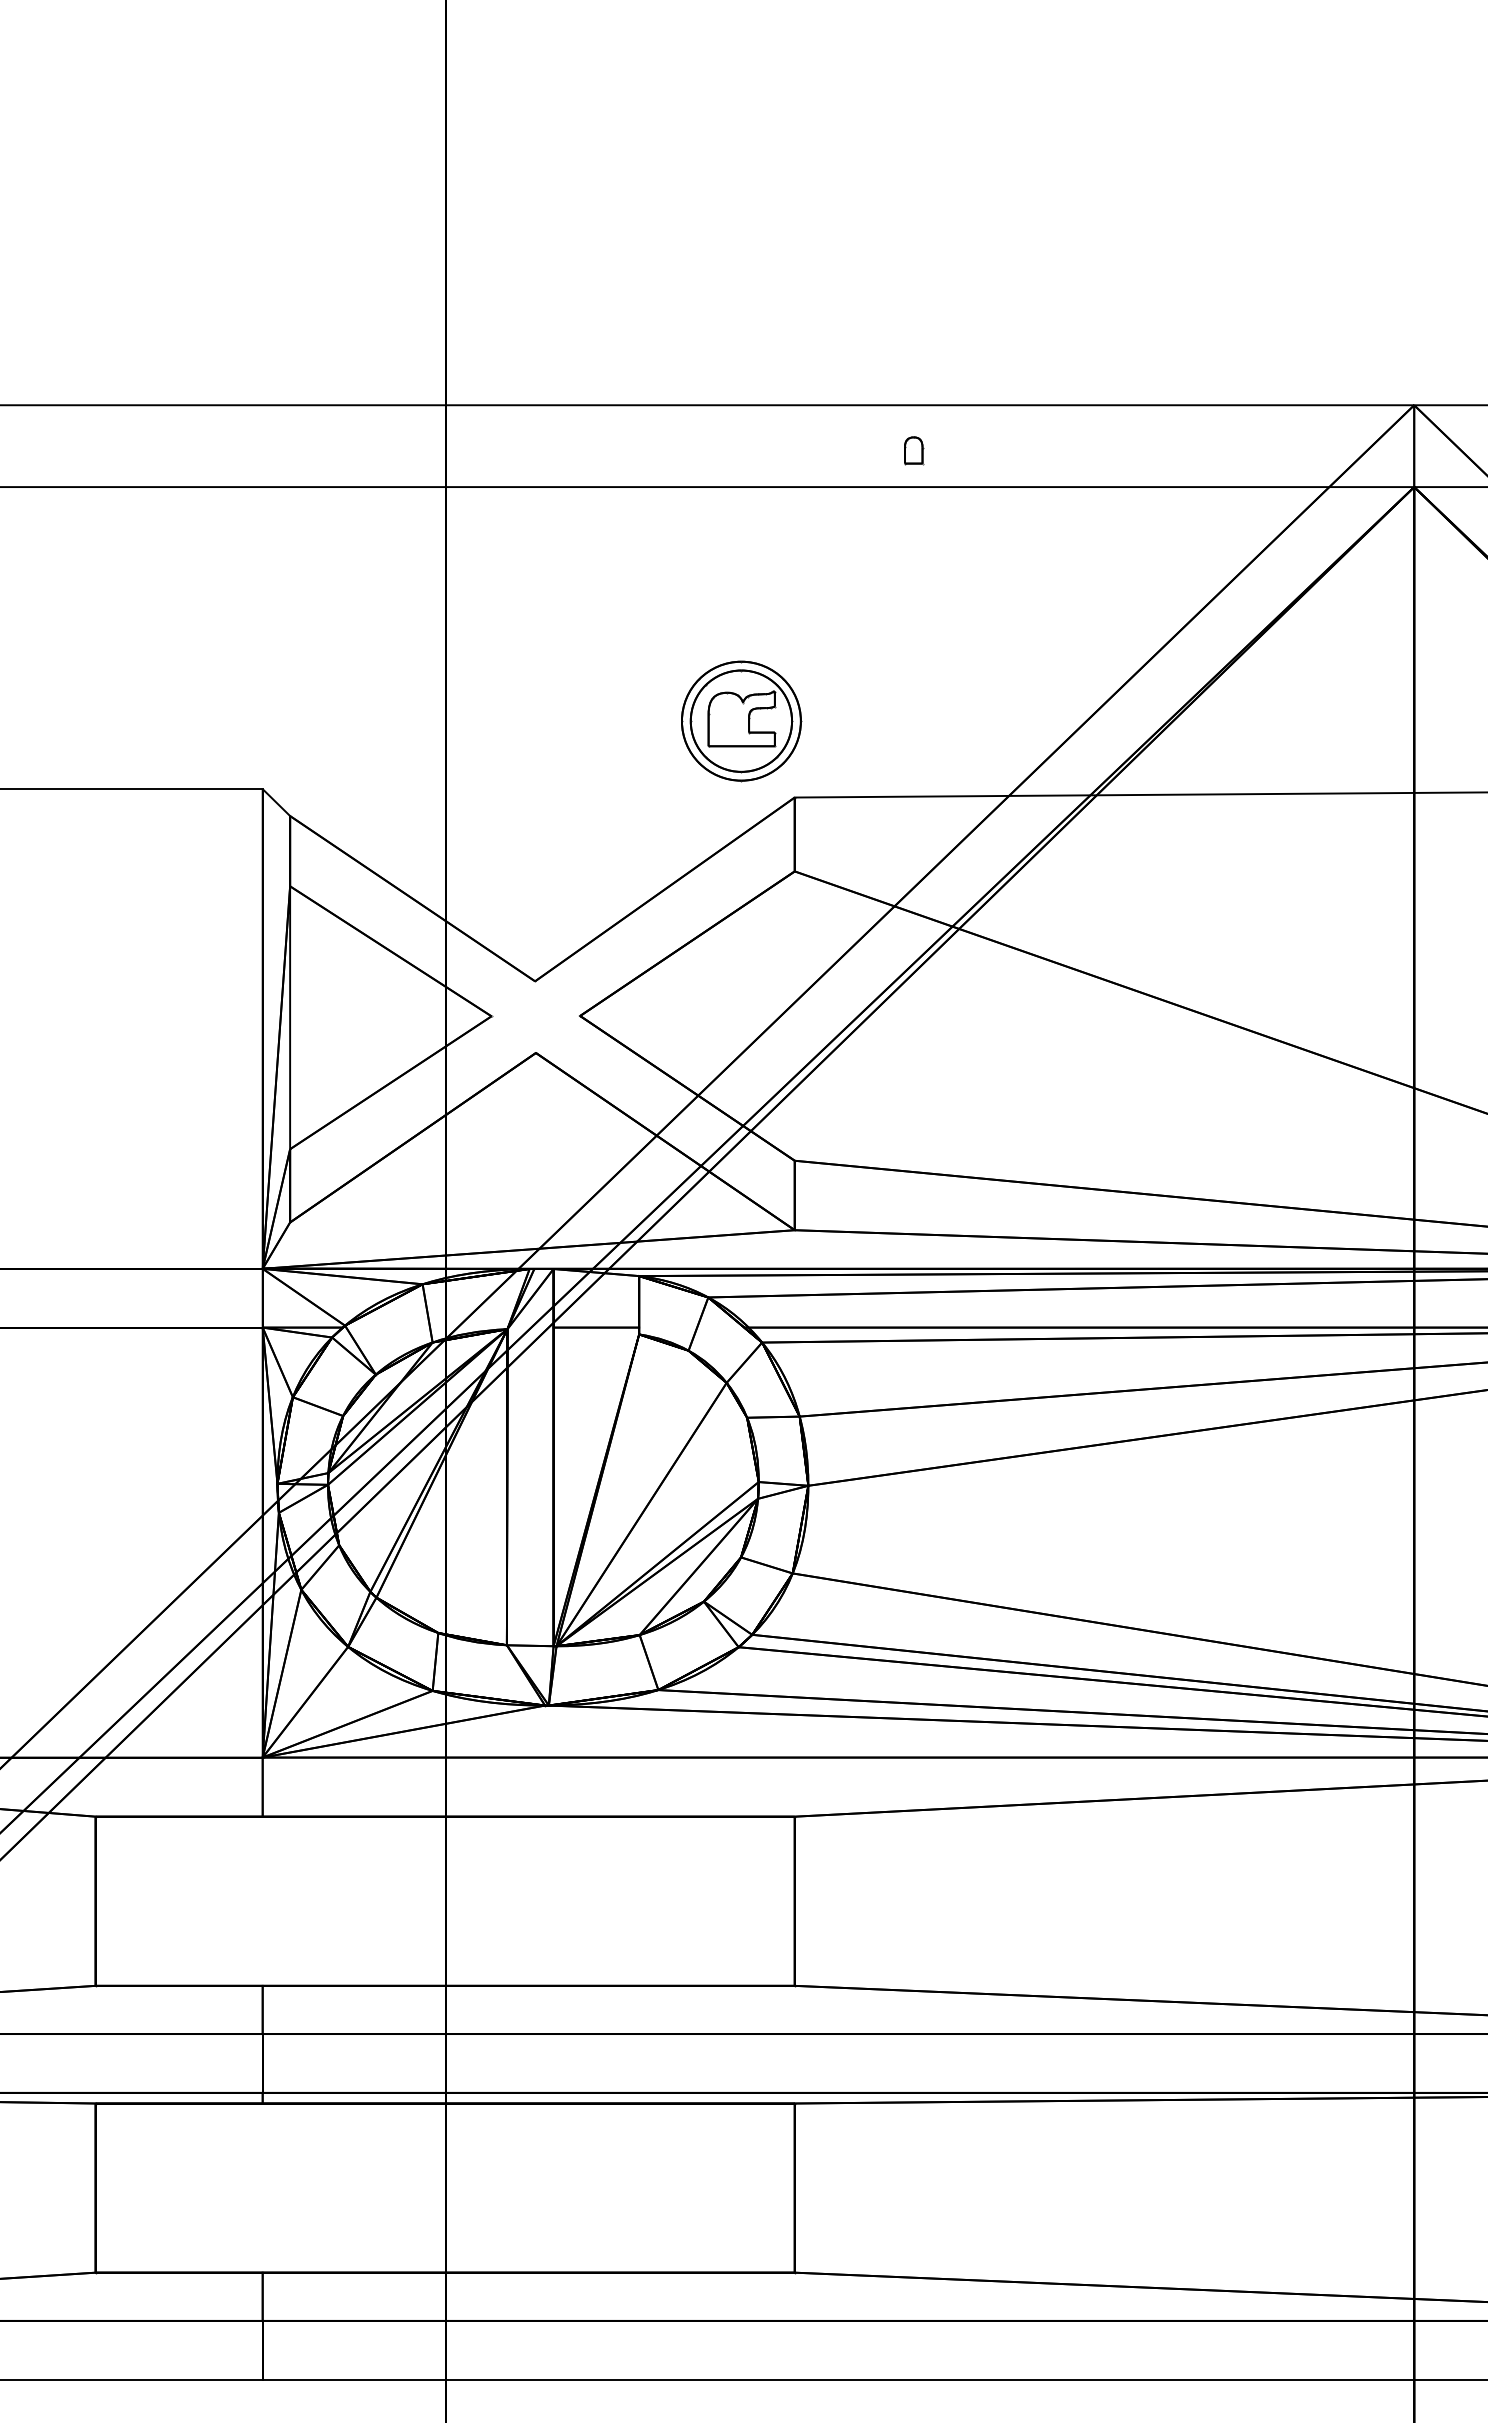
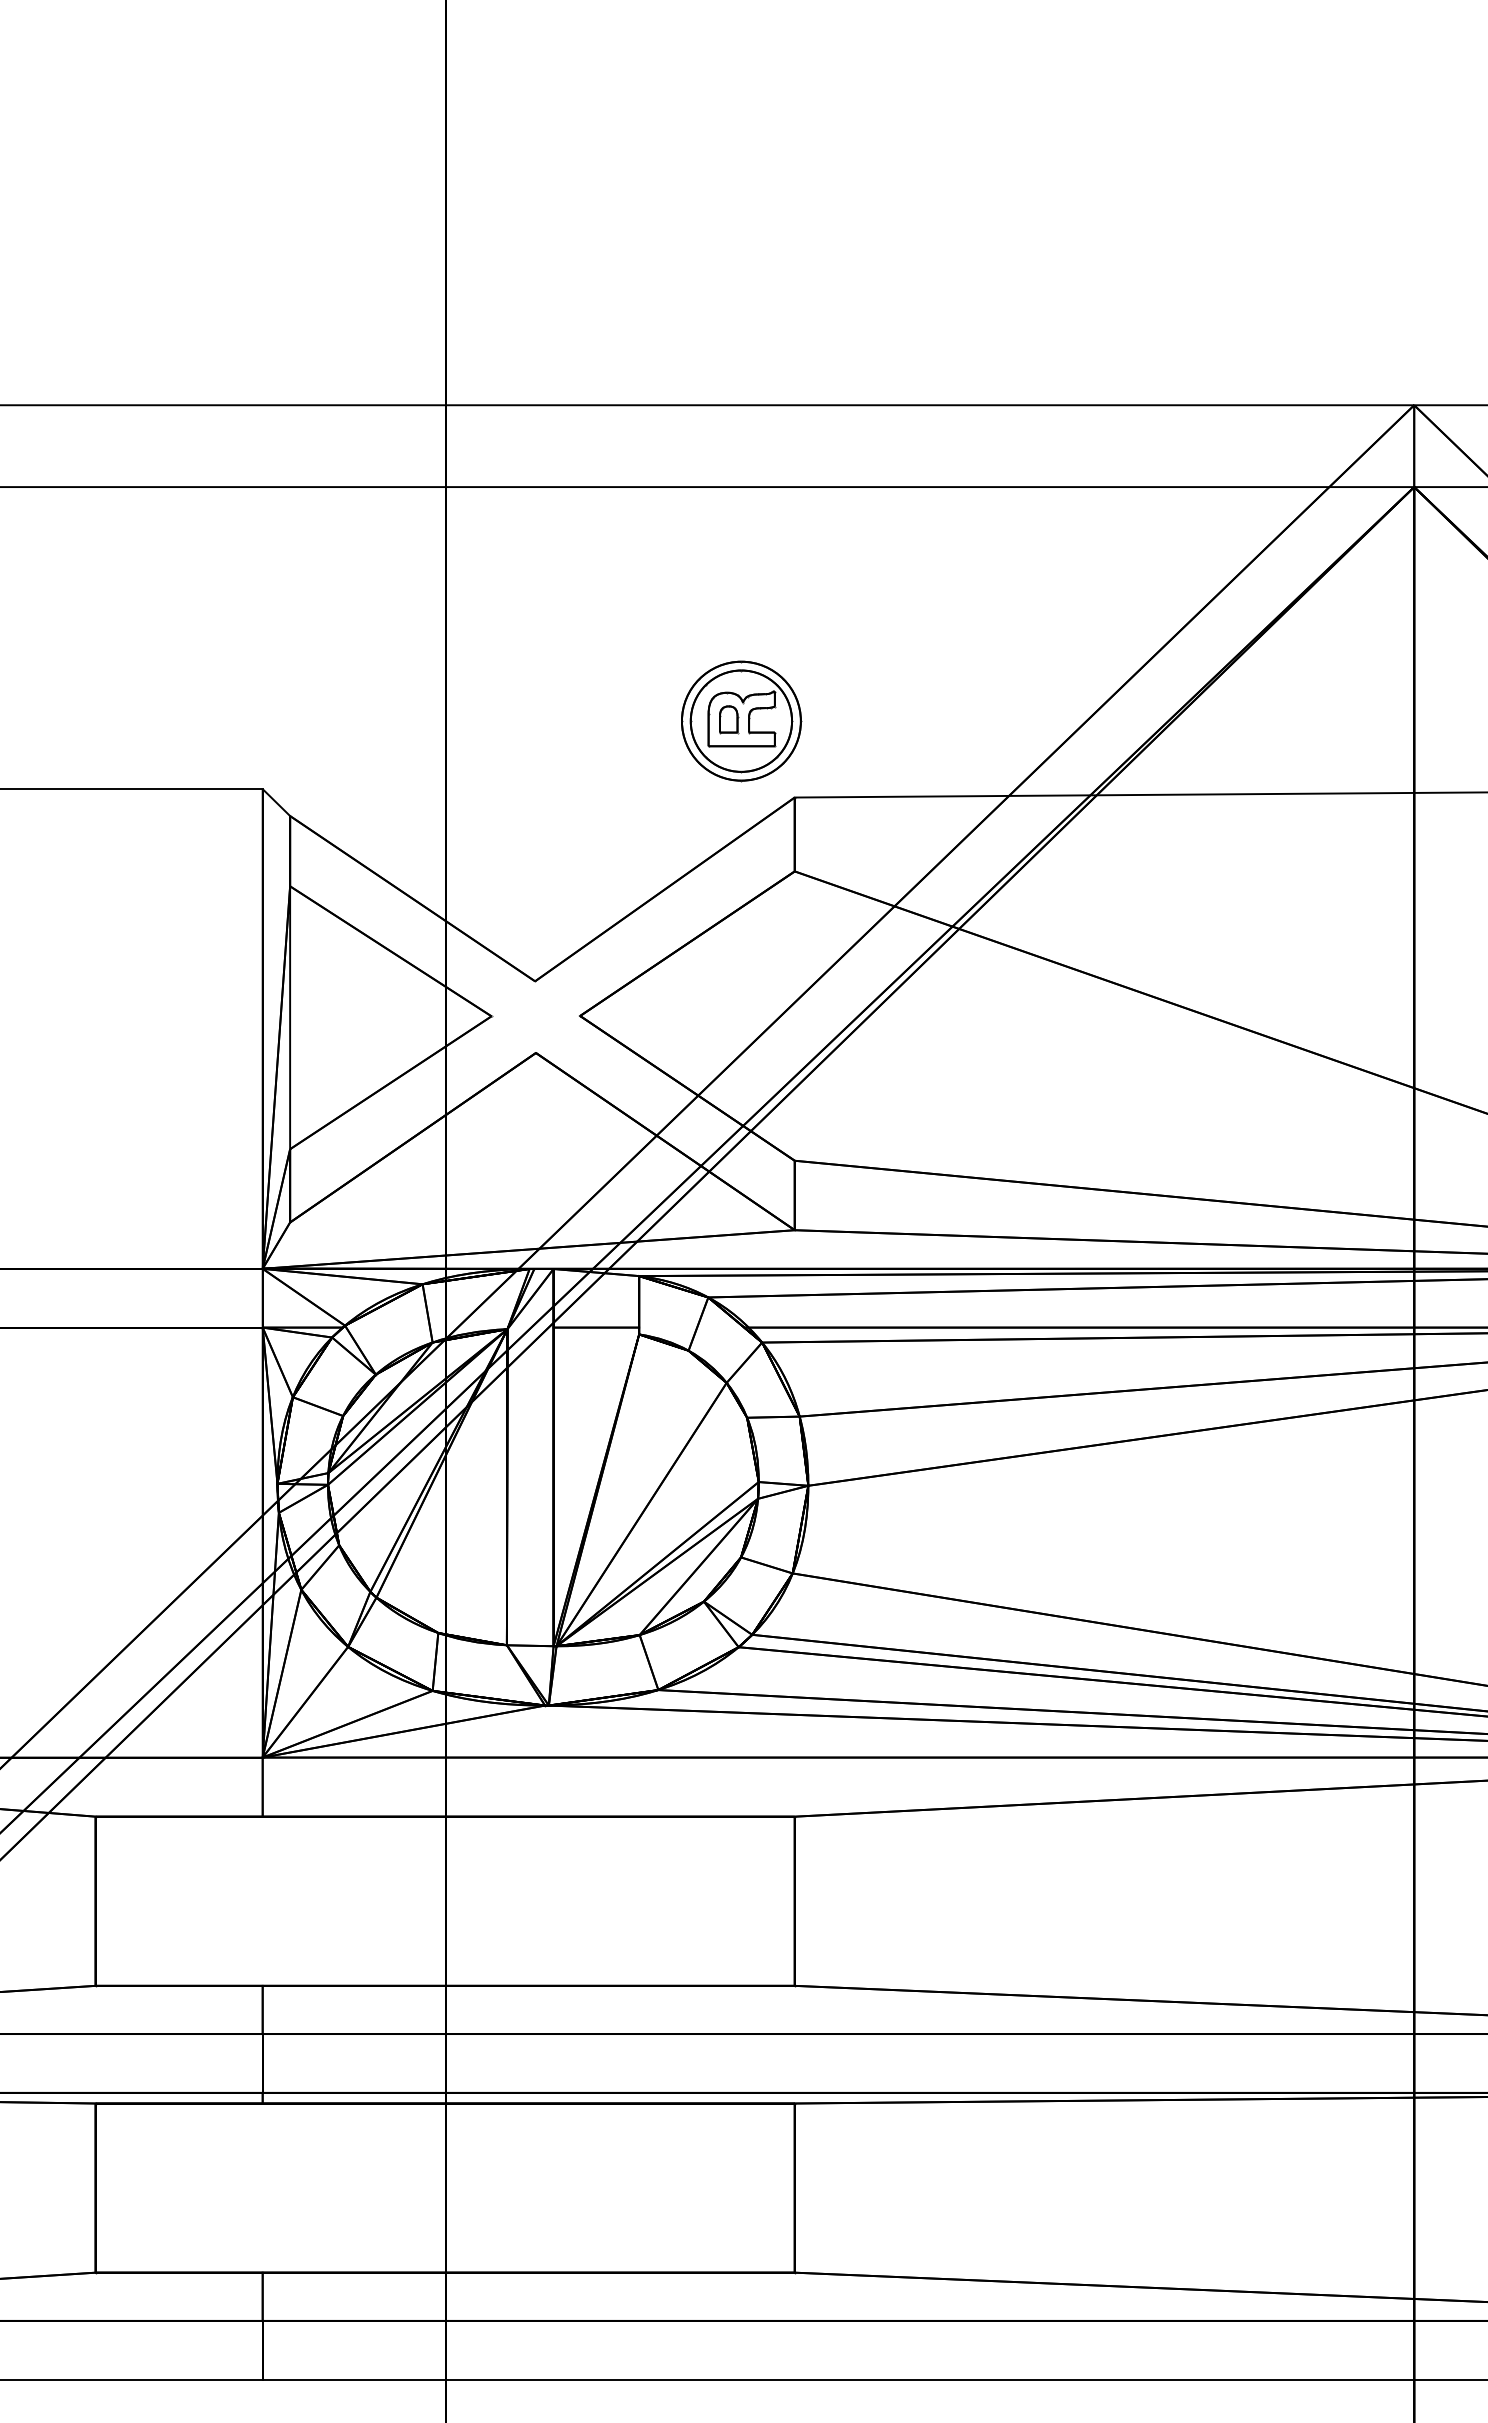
part at (914, 450) position: (914, 450) -> (729, 719)
